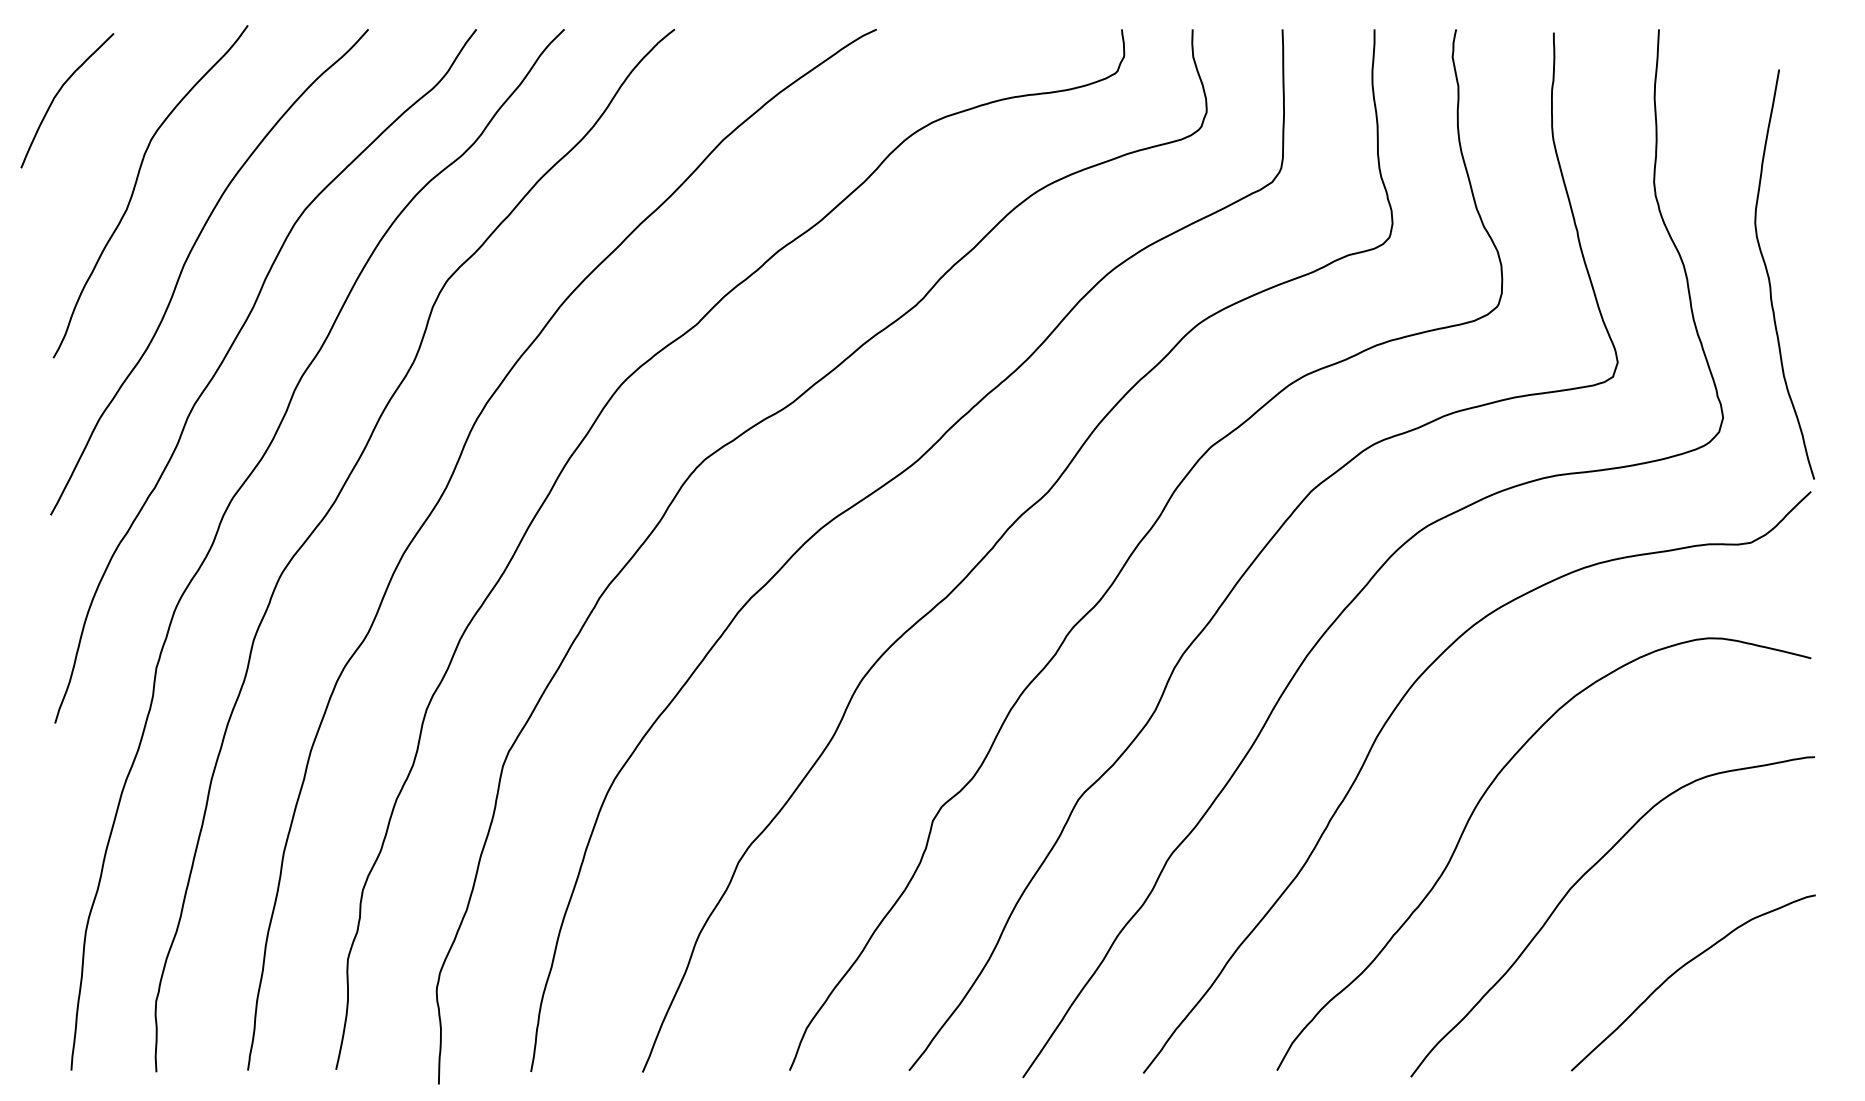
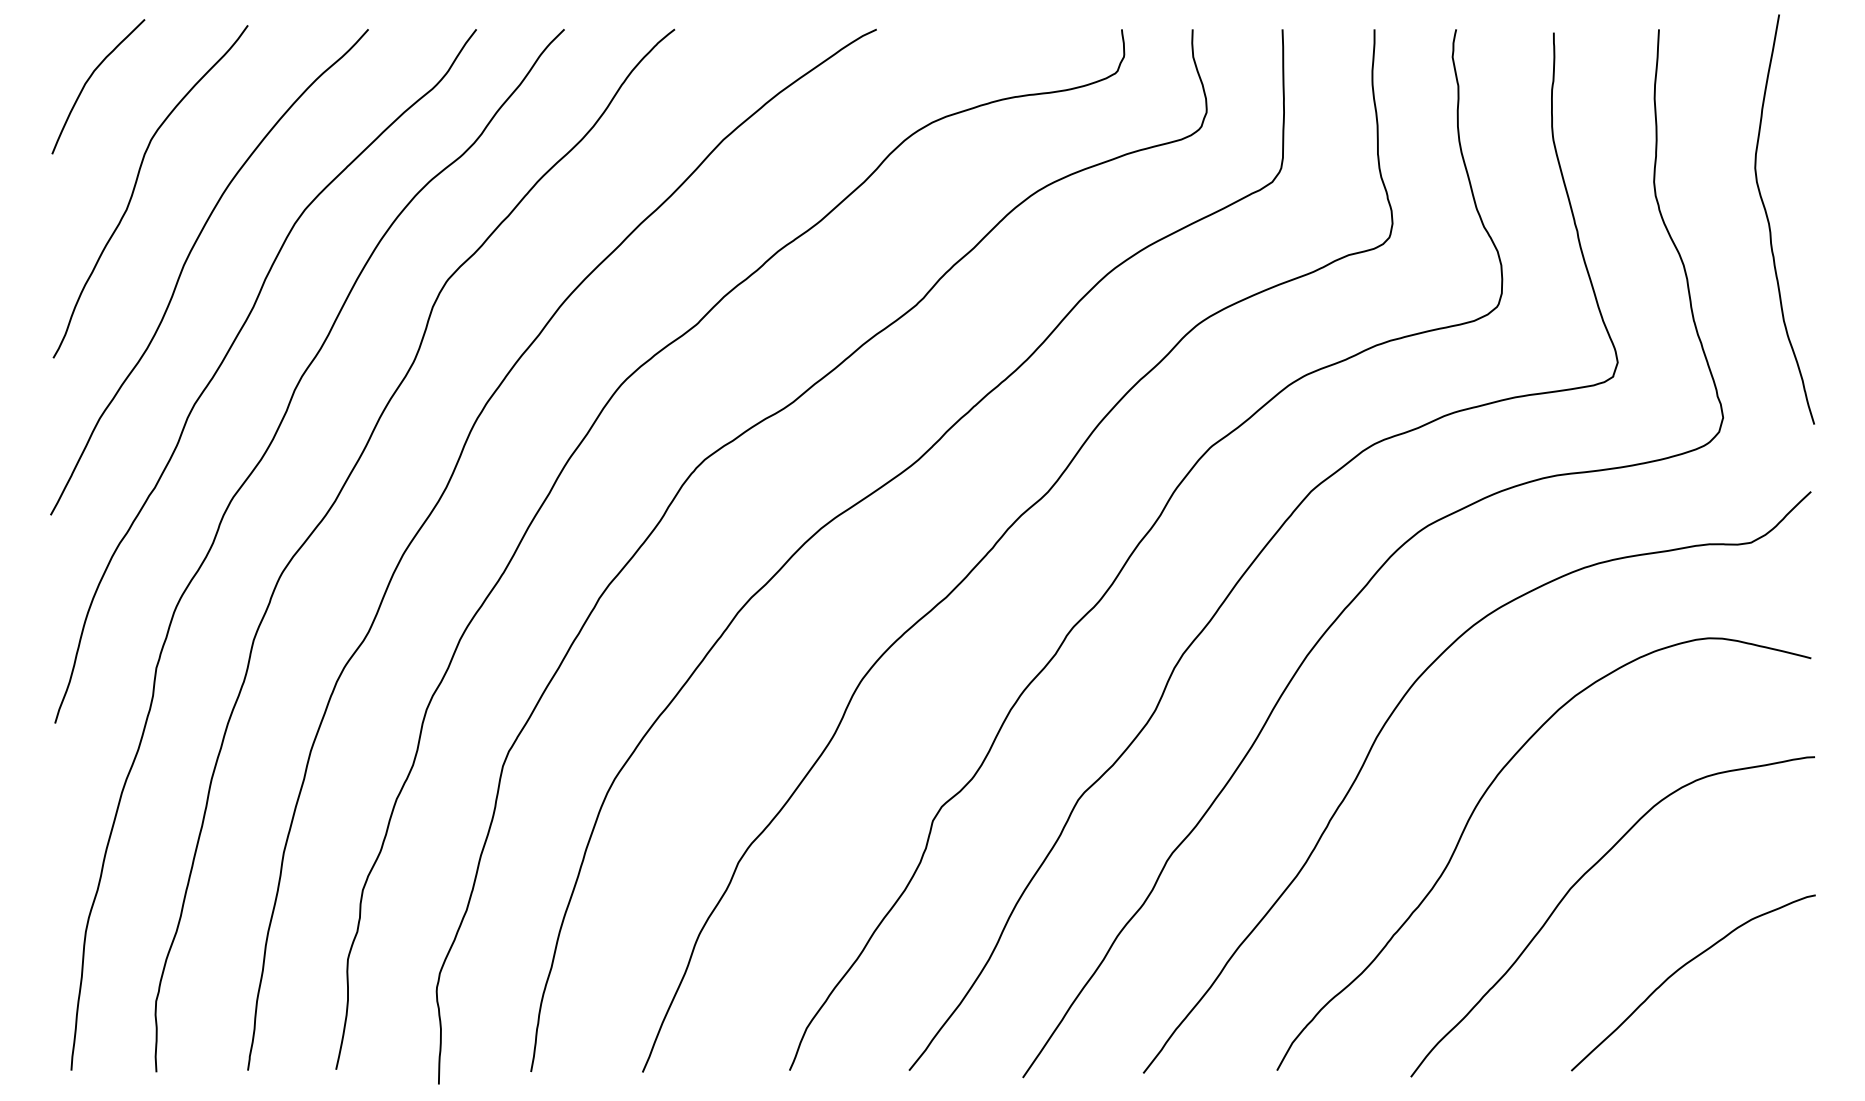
curve at (57, 95) position: (57, 95) -> (88, 81)
curve at (1769, 276) position: (1769, 276) -> (1769, 221)
